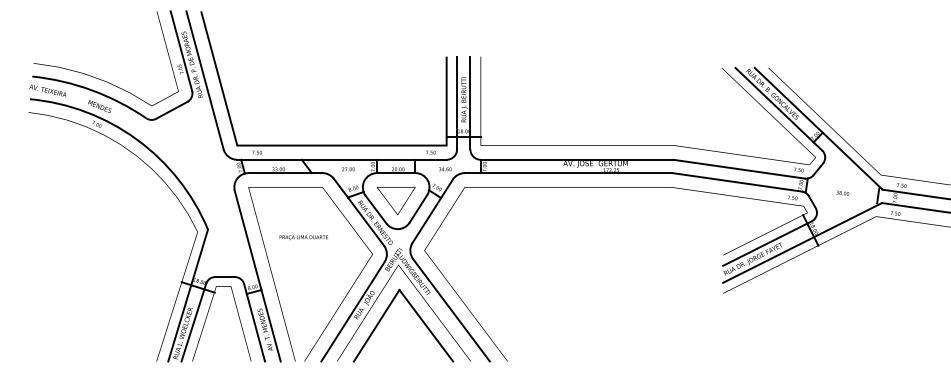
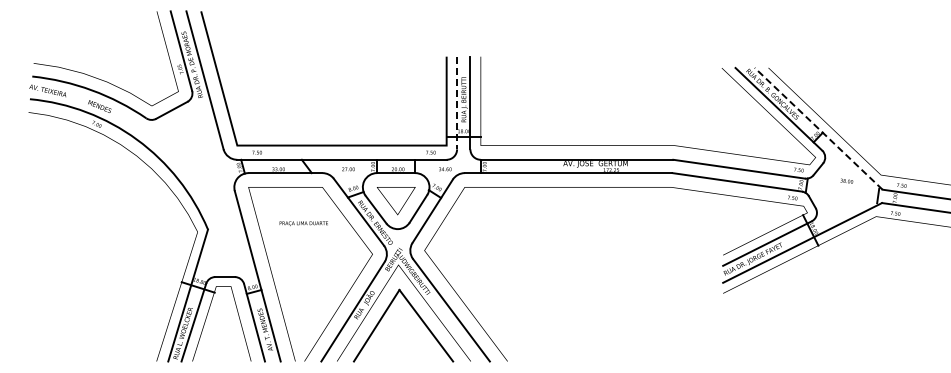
line at (457, 103): solid -> dashed
line at (818, 128): solid -> dashed
text at (842, 192) position: (842, 192) -> (846, 180)
text at (303, 237) position: (303, 237) -> (303, 223)
